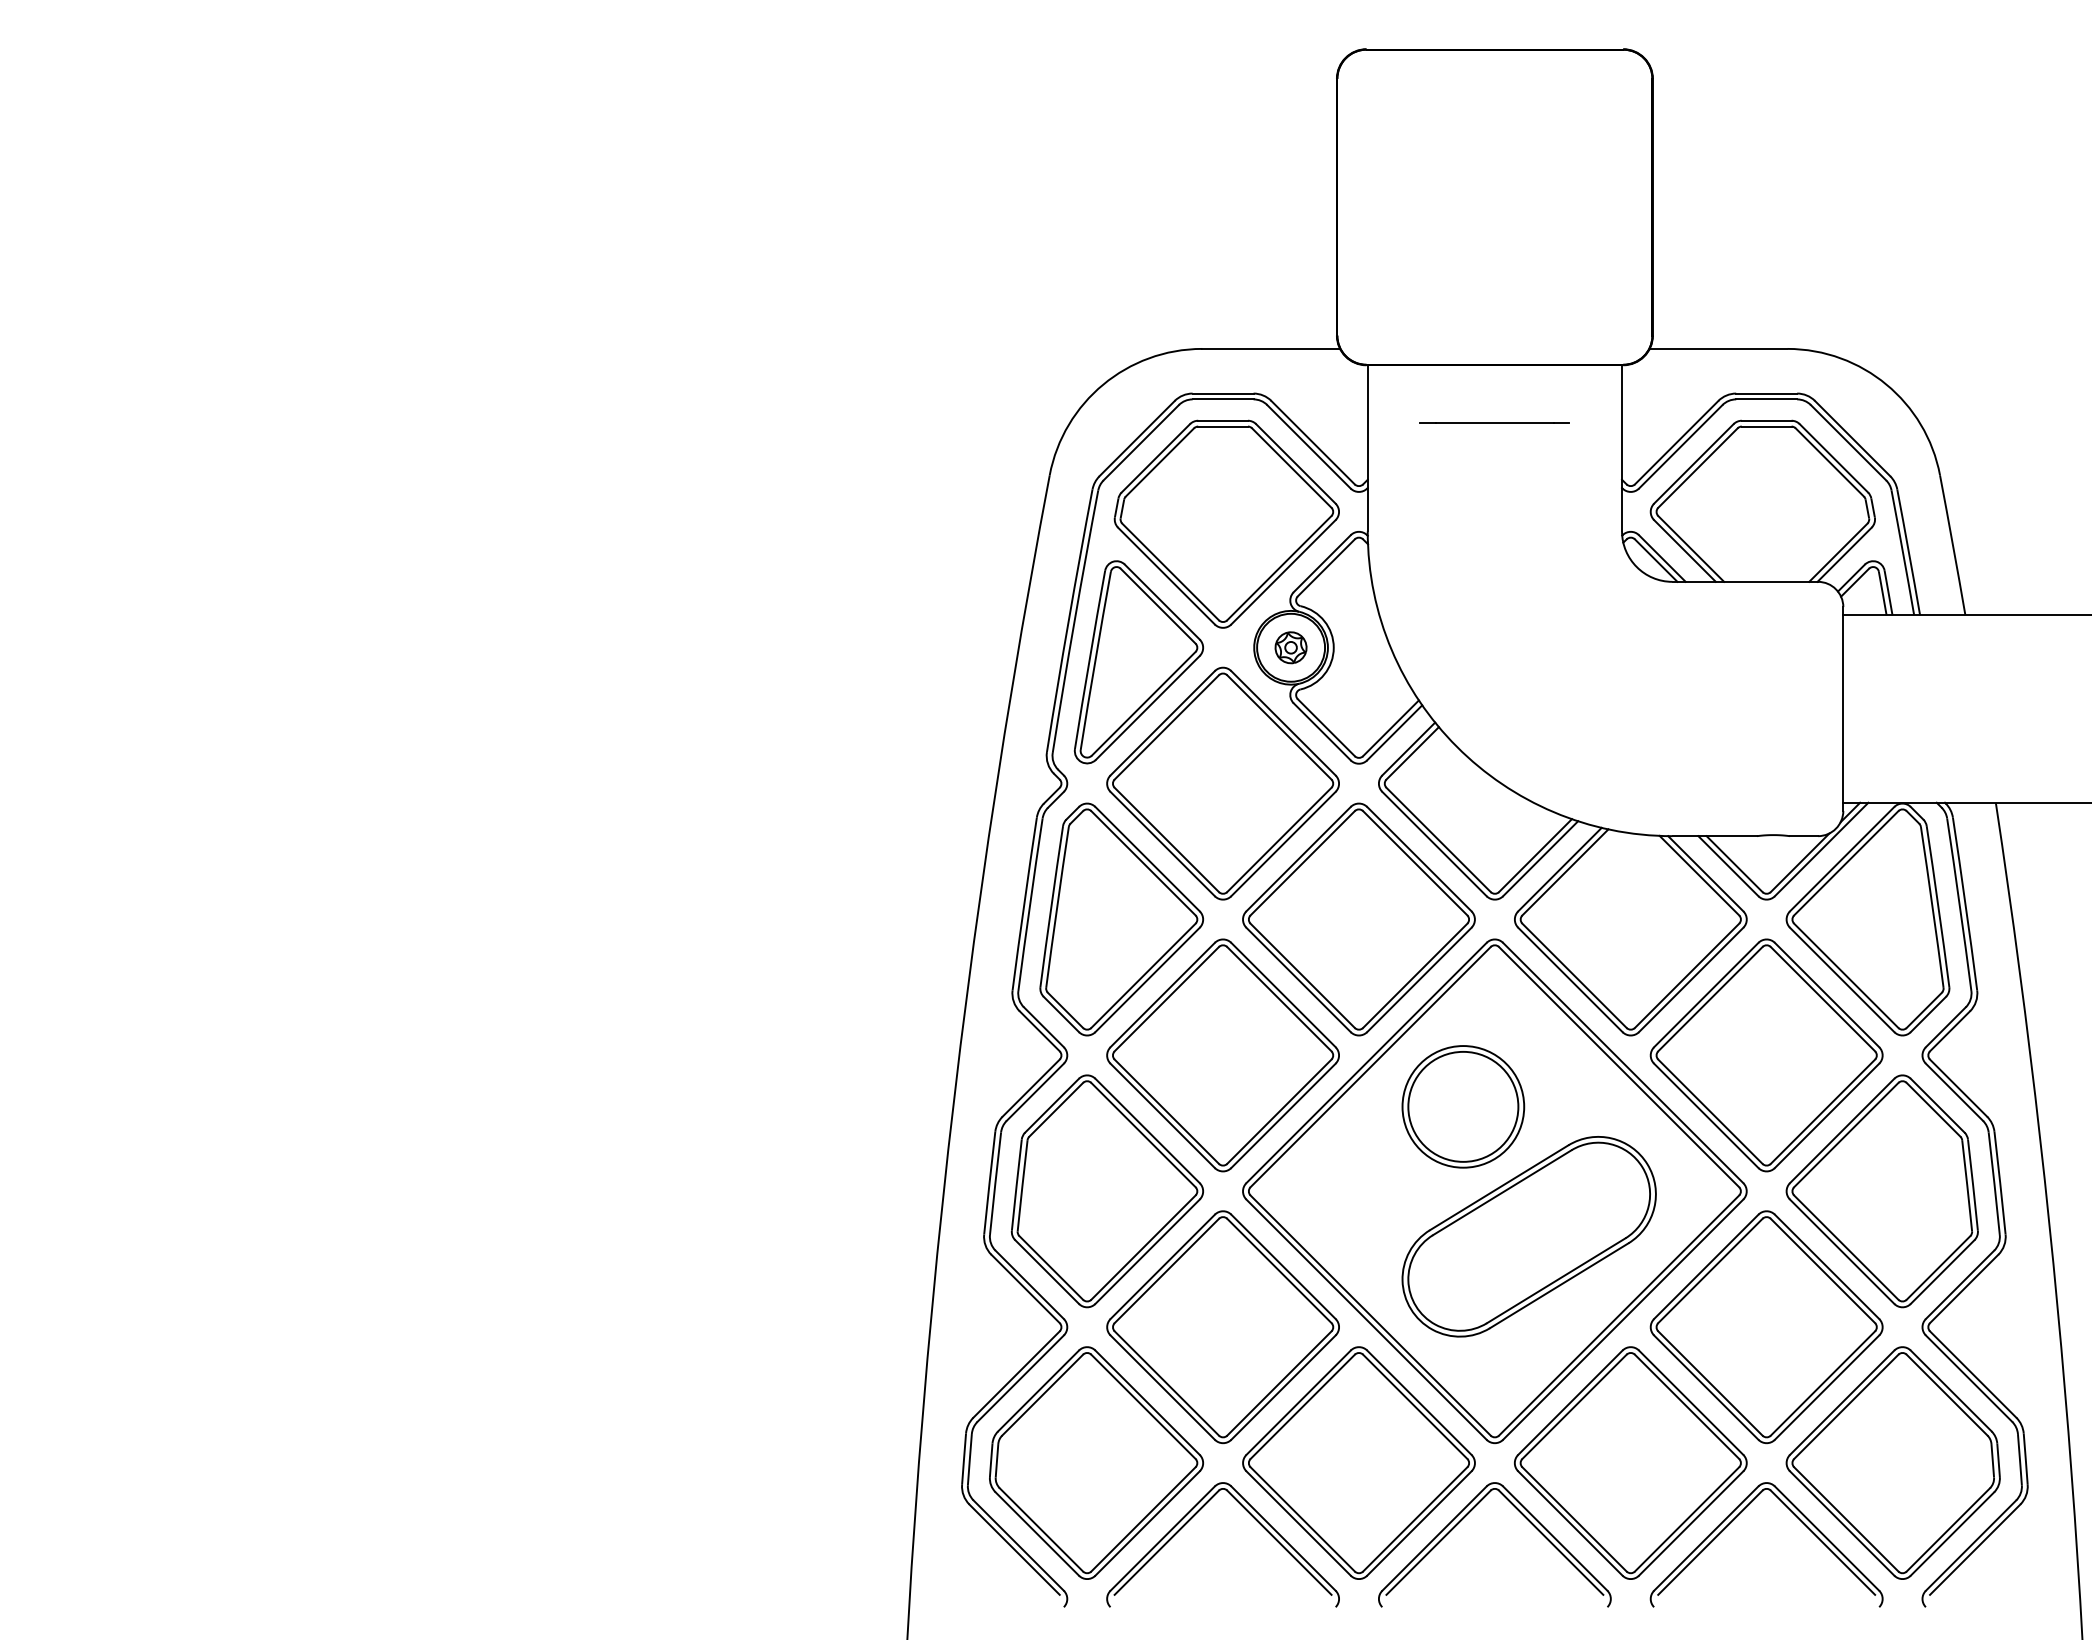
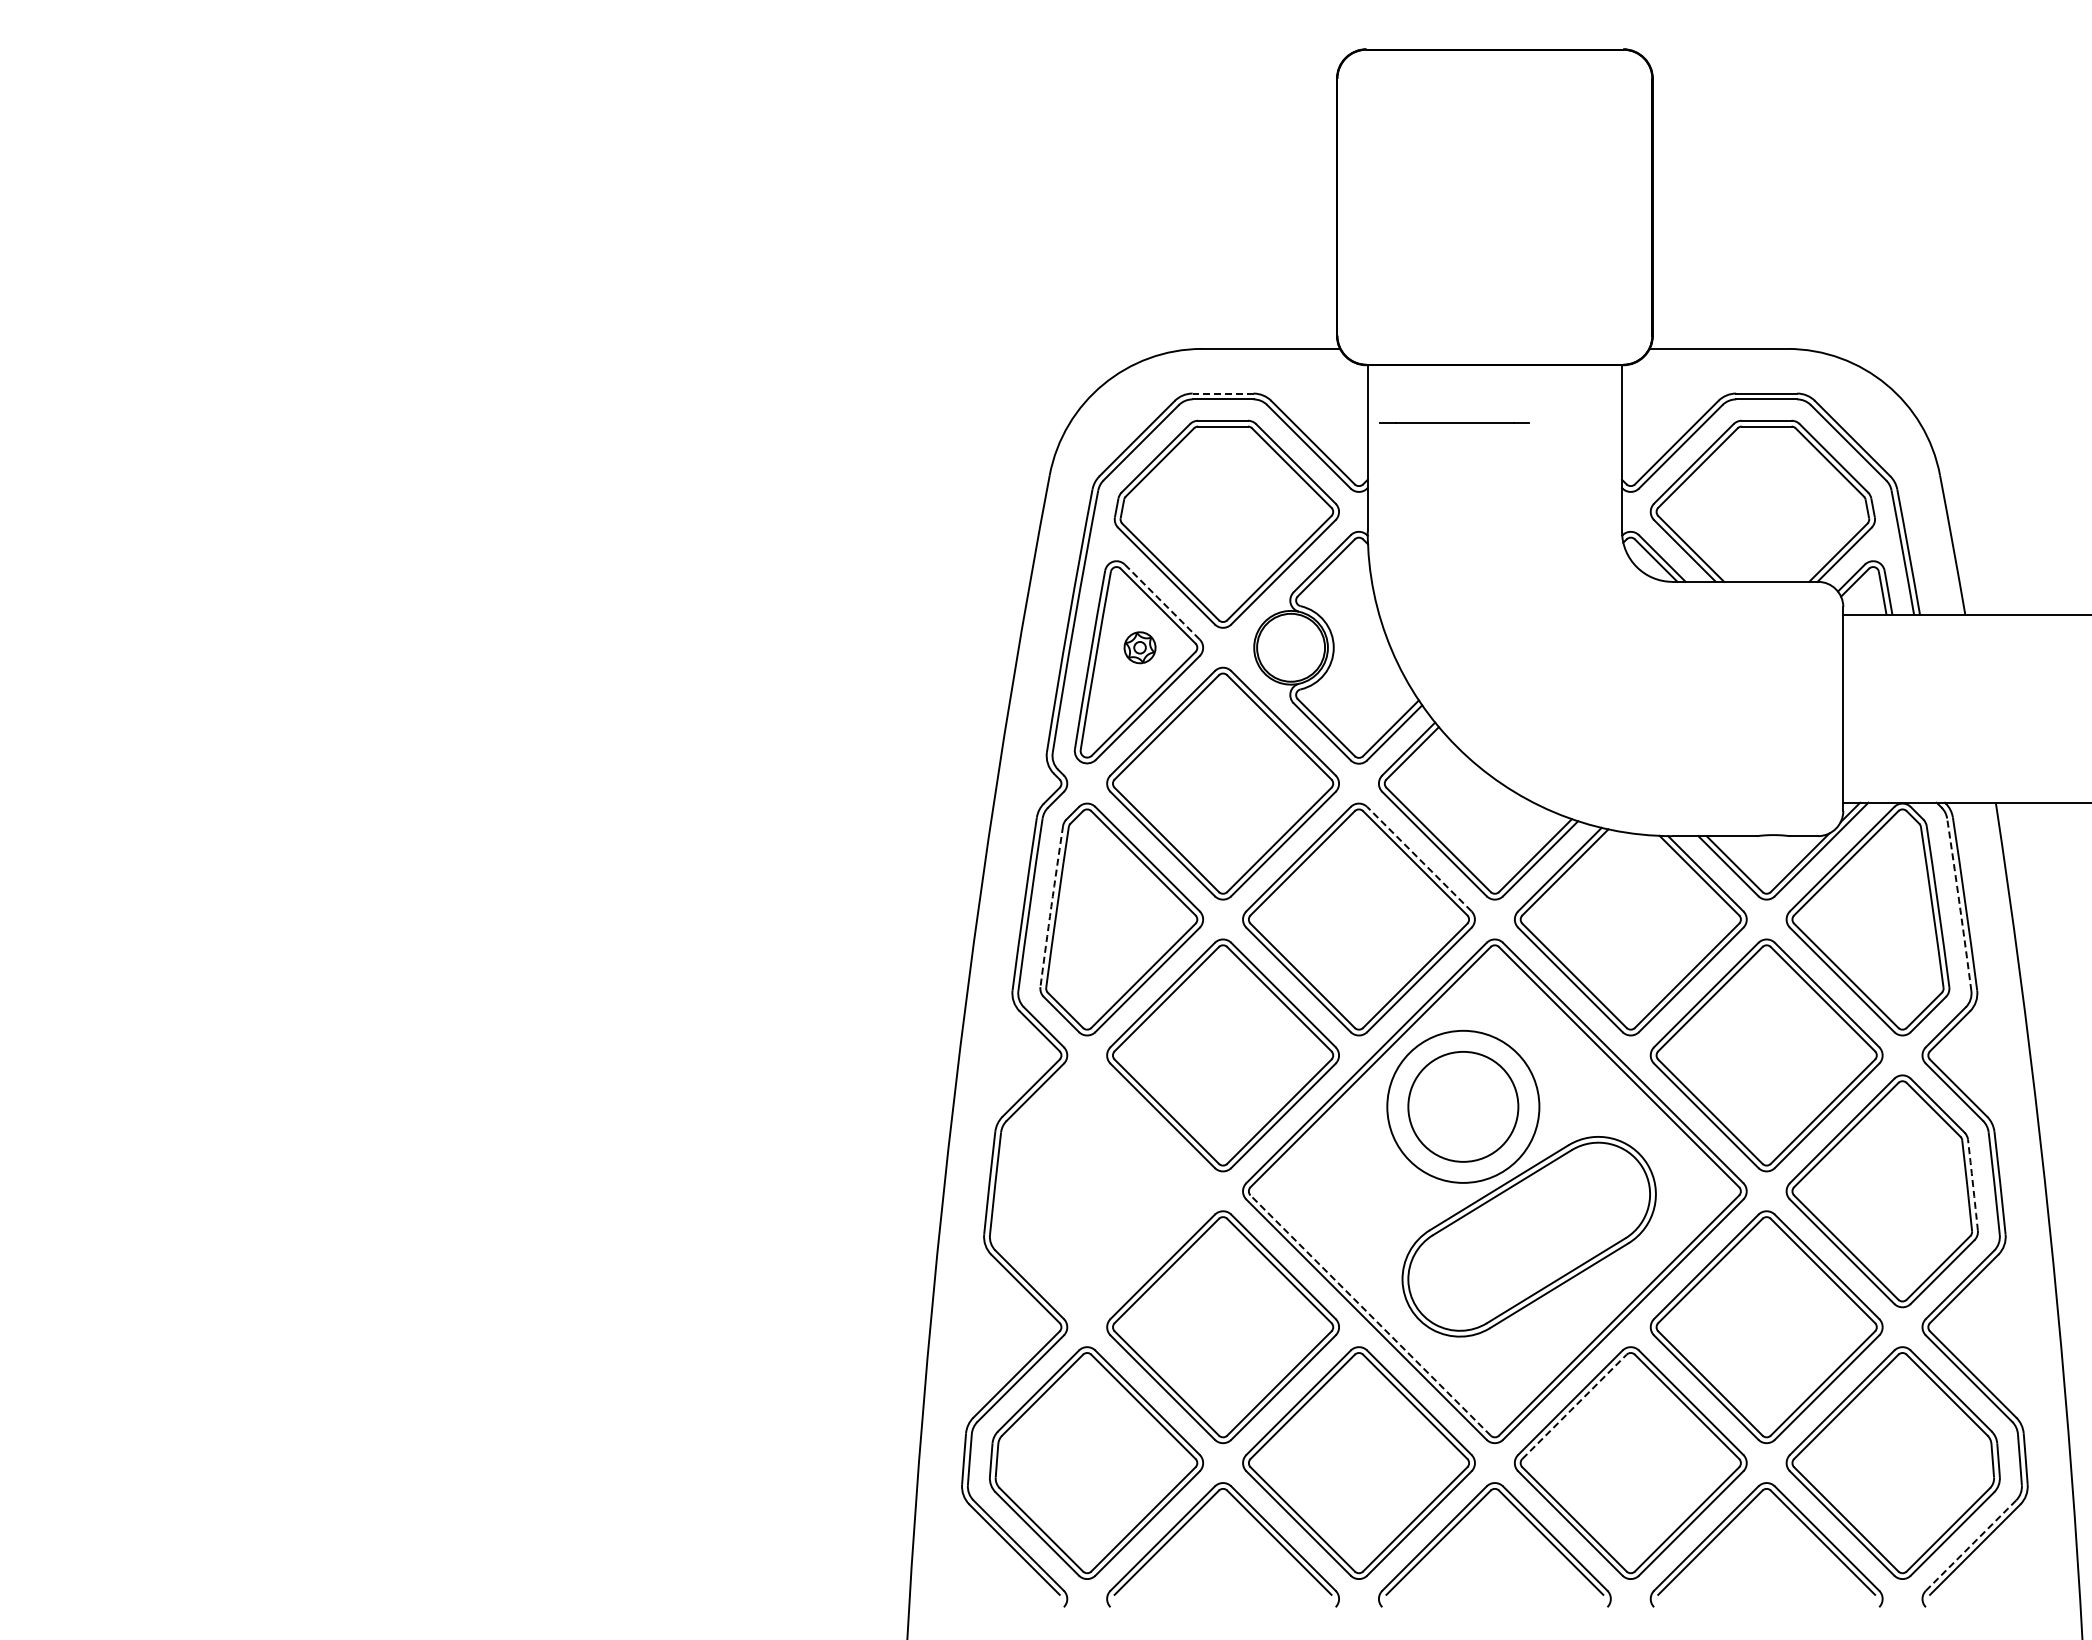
line at (1222, 393): solid -> dashed
line at (1494, 422) position: (1494, 422) -> (1454, 422)
line at (1162, 602): solid -> dashed
part at (1290, 647) position: (1290, 647) -> (1139, 647)
line at (1419, 859): solid -> dashed
arc at (1959, 904): solid -> dashed
arc at (1051, 906): solid -> dashed
circle at (1463, 1106) diameter: 122 px -> 152 px
arc at (1973, 1185): solid -> dashed
part at (1106, 1191): present -> none
line at (1370, 1315): solid -> dashed
line at (1574, 1406): solid -> dashed
line at (1971, 1545): solid -> dashed
